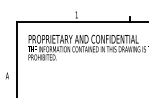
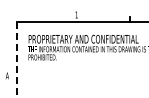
line at (16, 59): solid -> dashed
